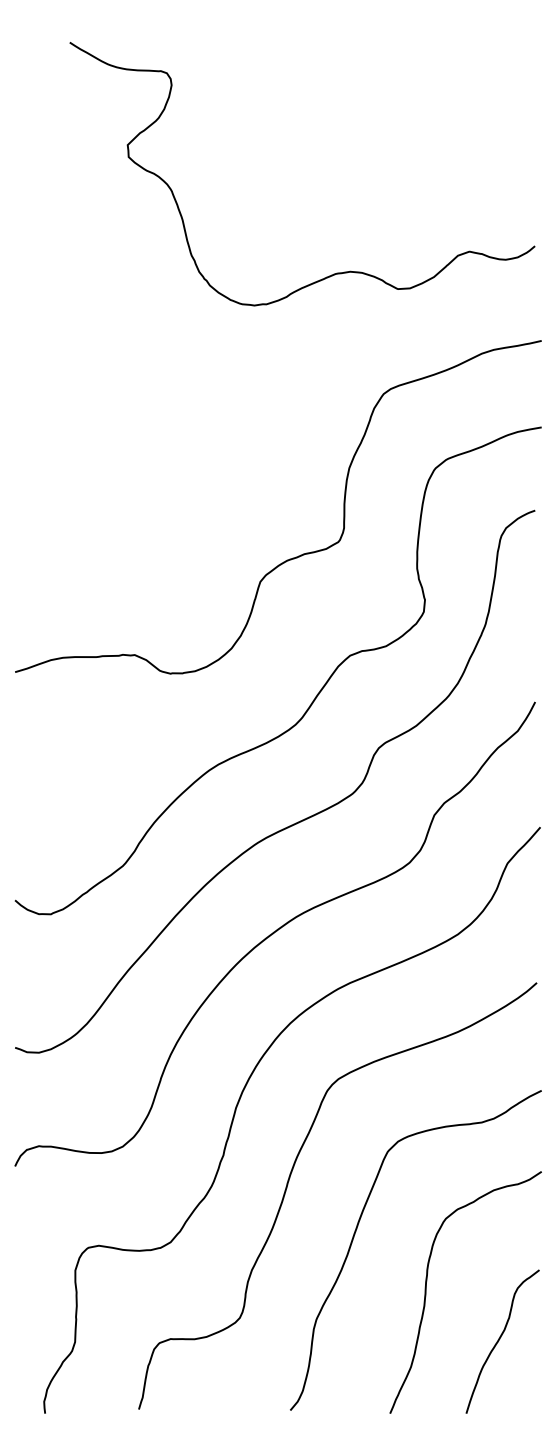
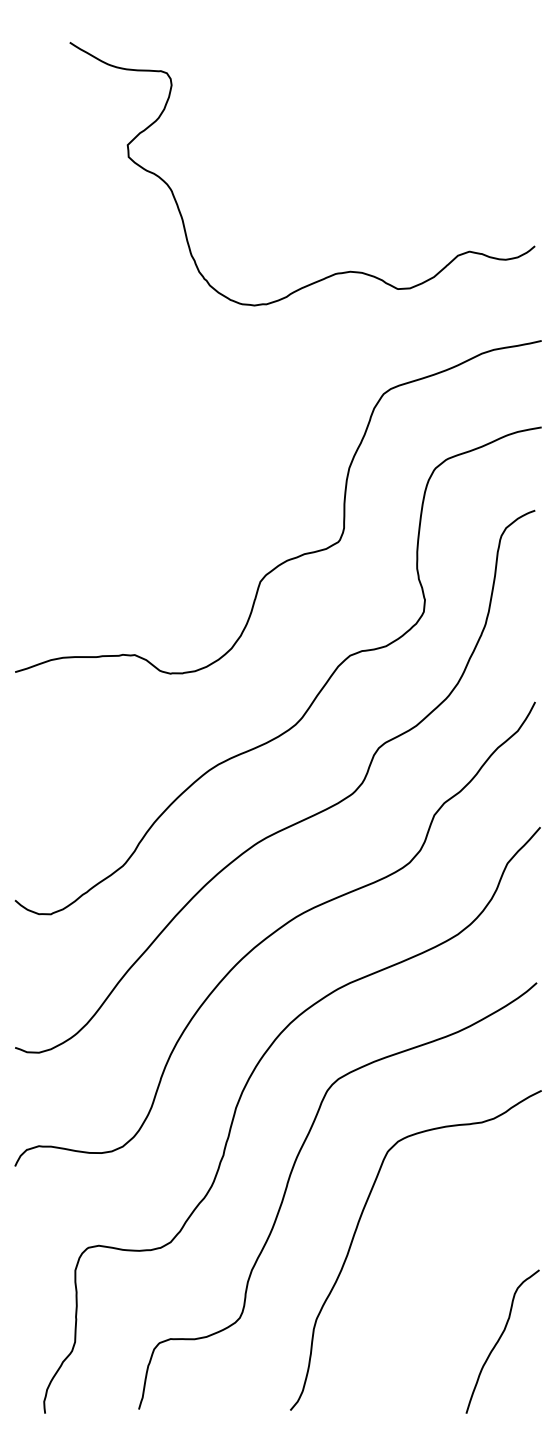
curve at (426, 1292): present -> none
